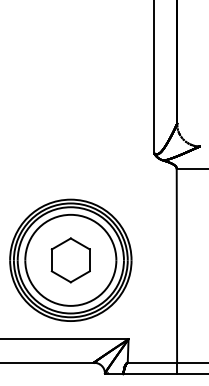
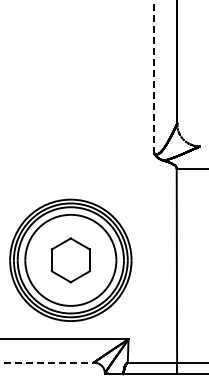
line at (154, 76): solid -> dashed
line at (47, 362): solid -> dashed
